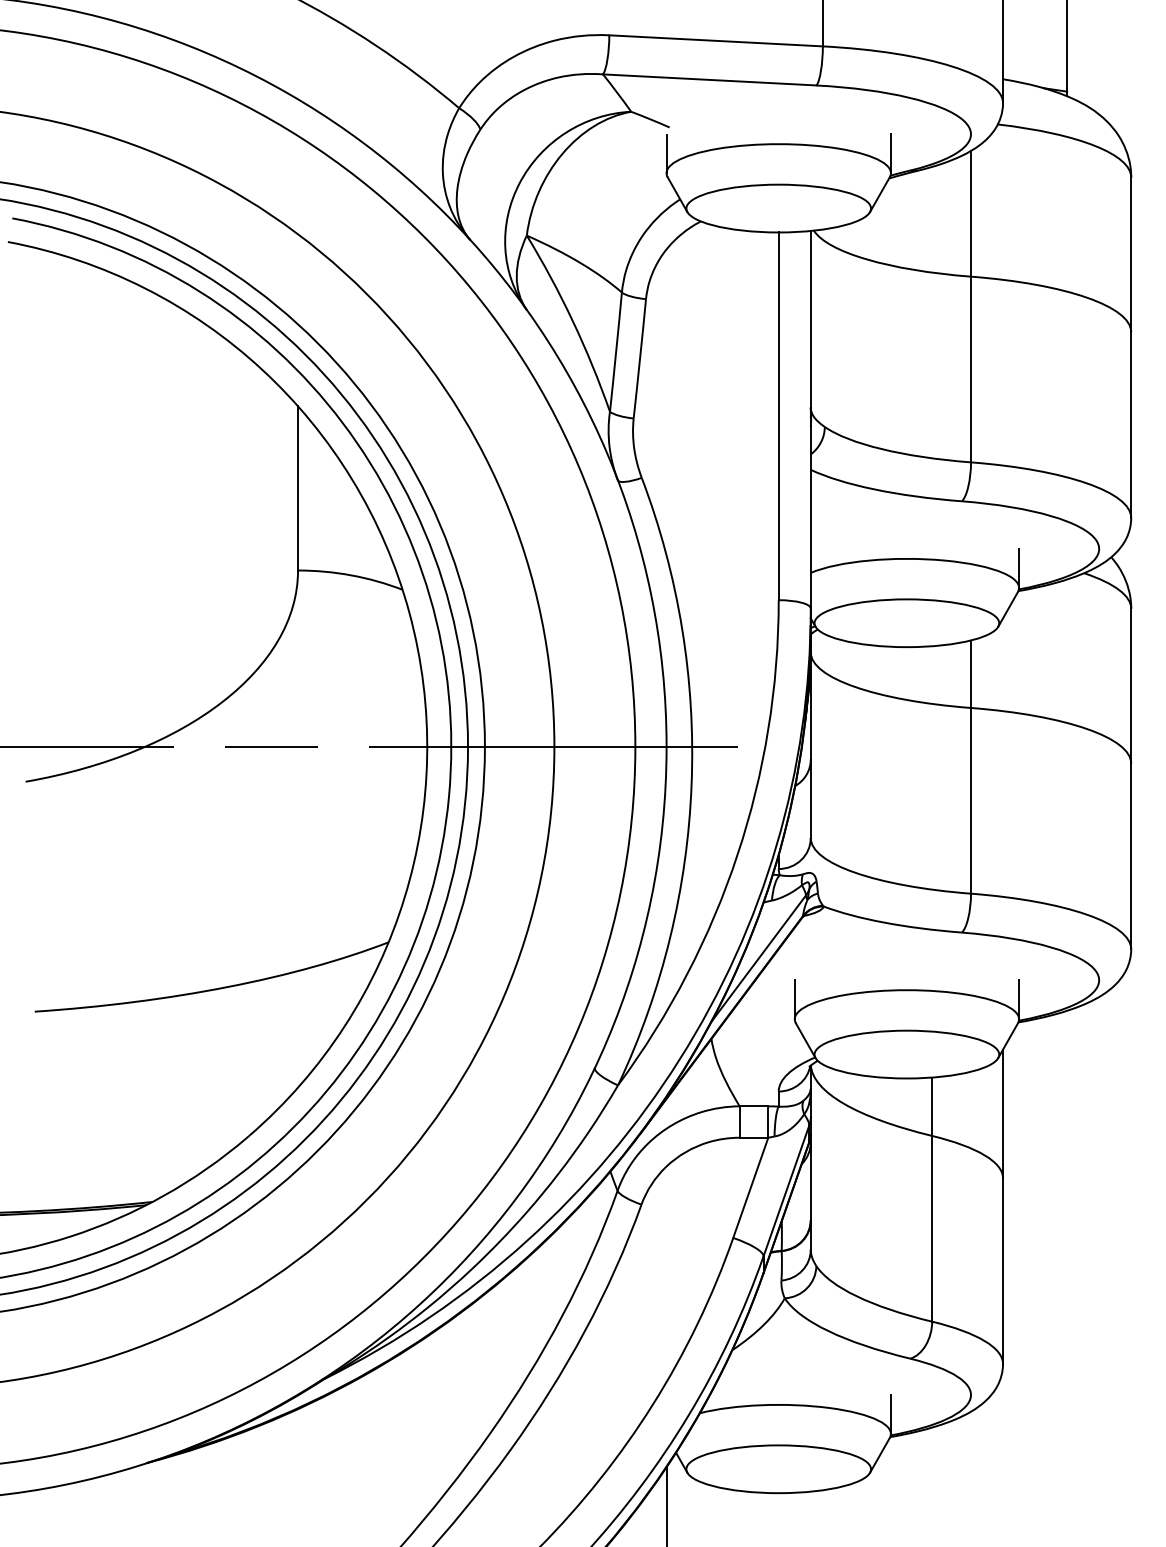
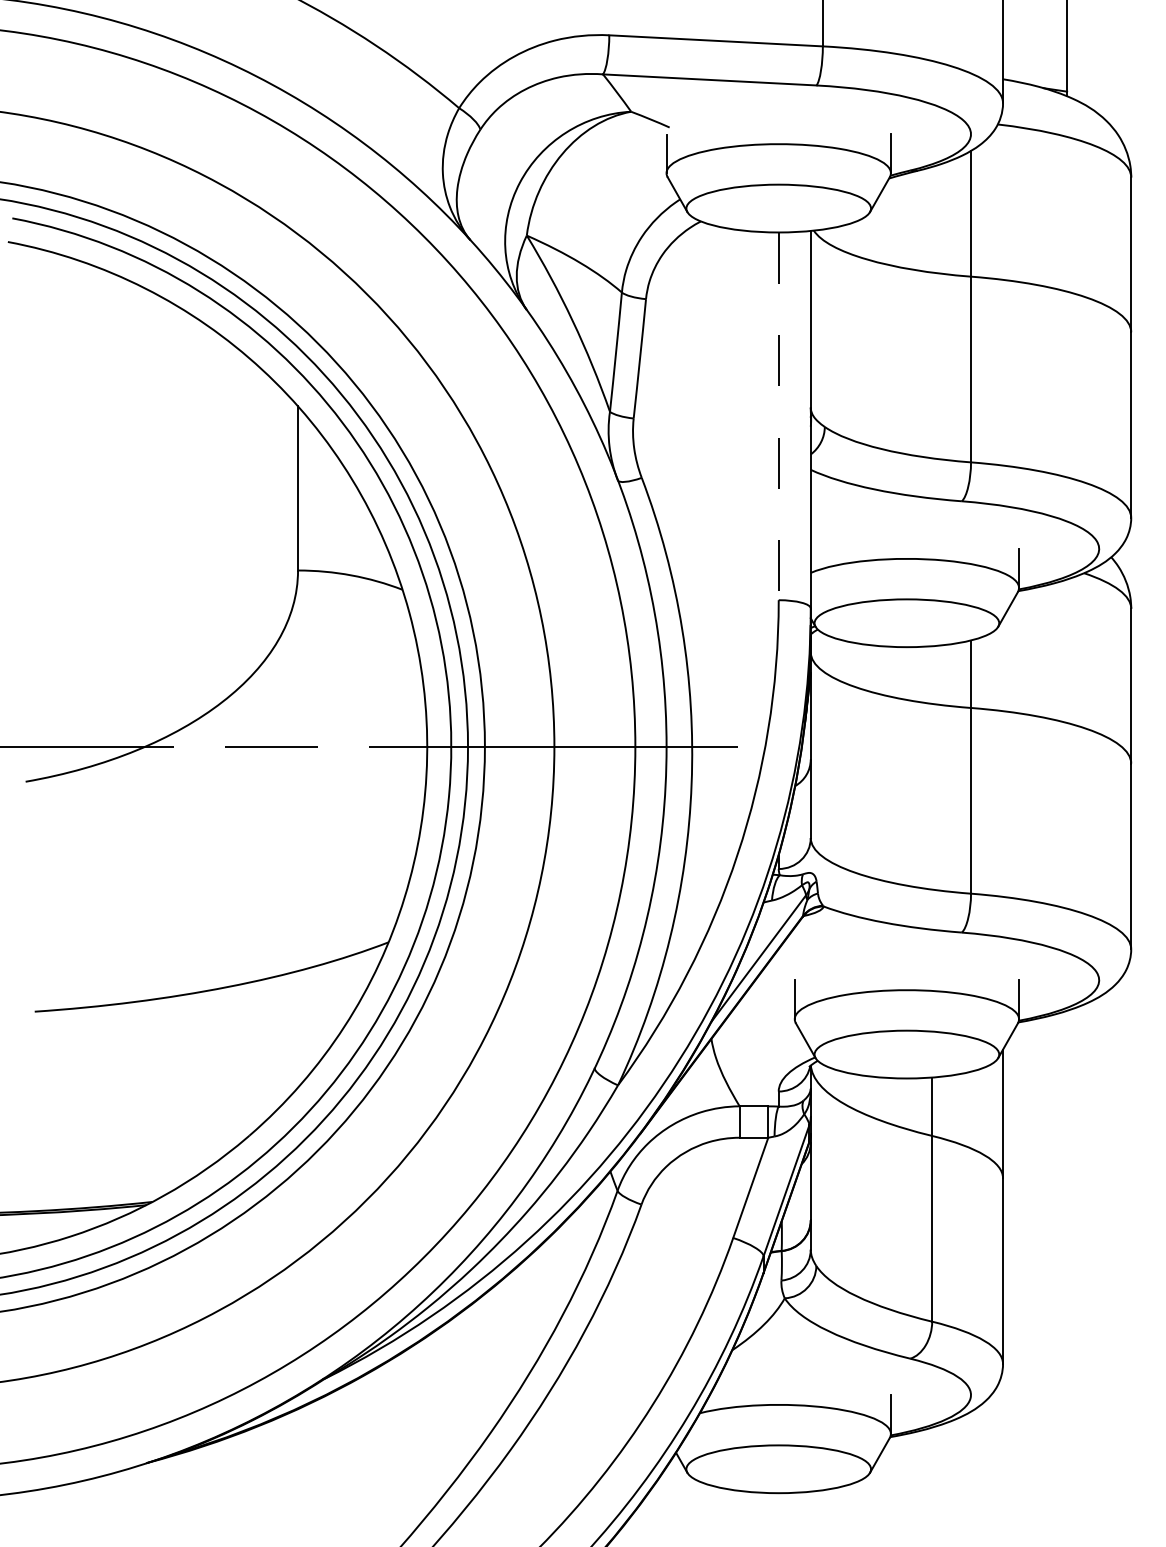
line at (778, 416): solid -> dashed
line at (666, 1505): present -> none
